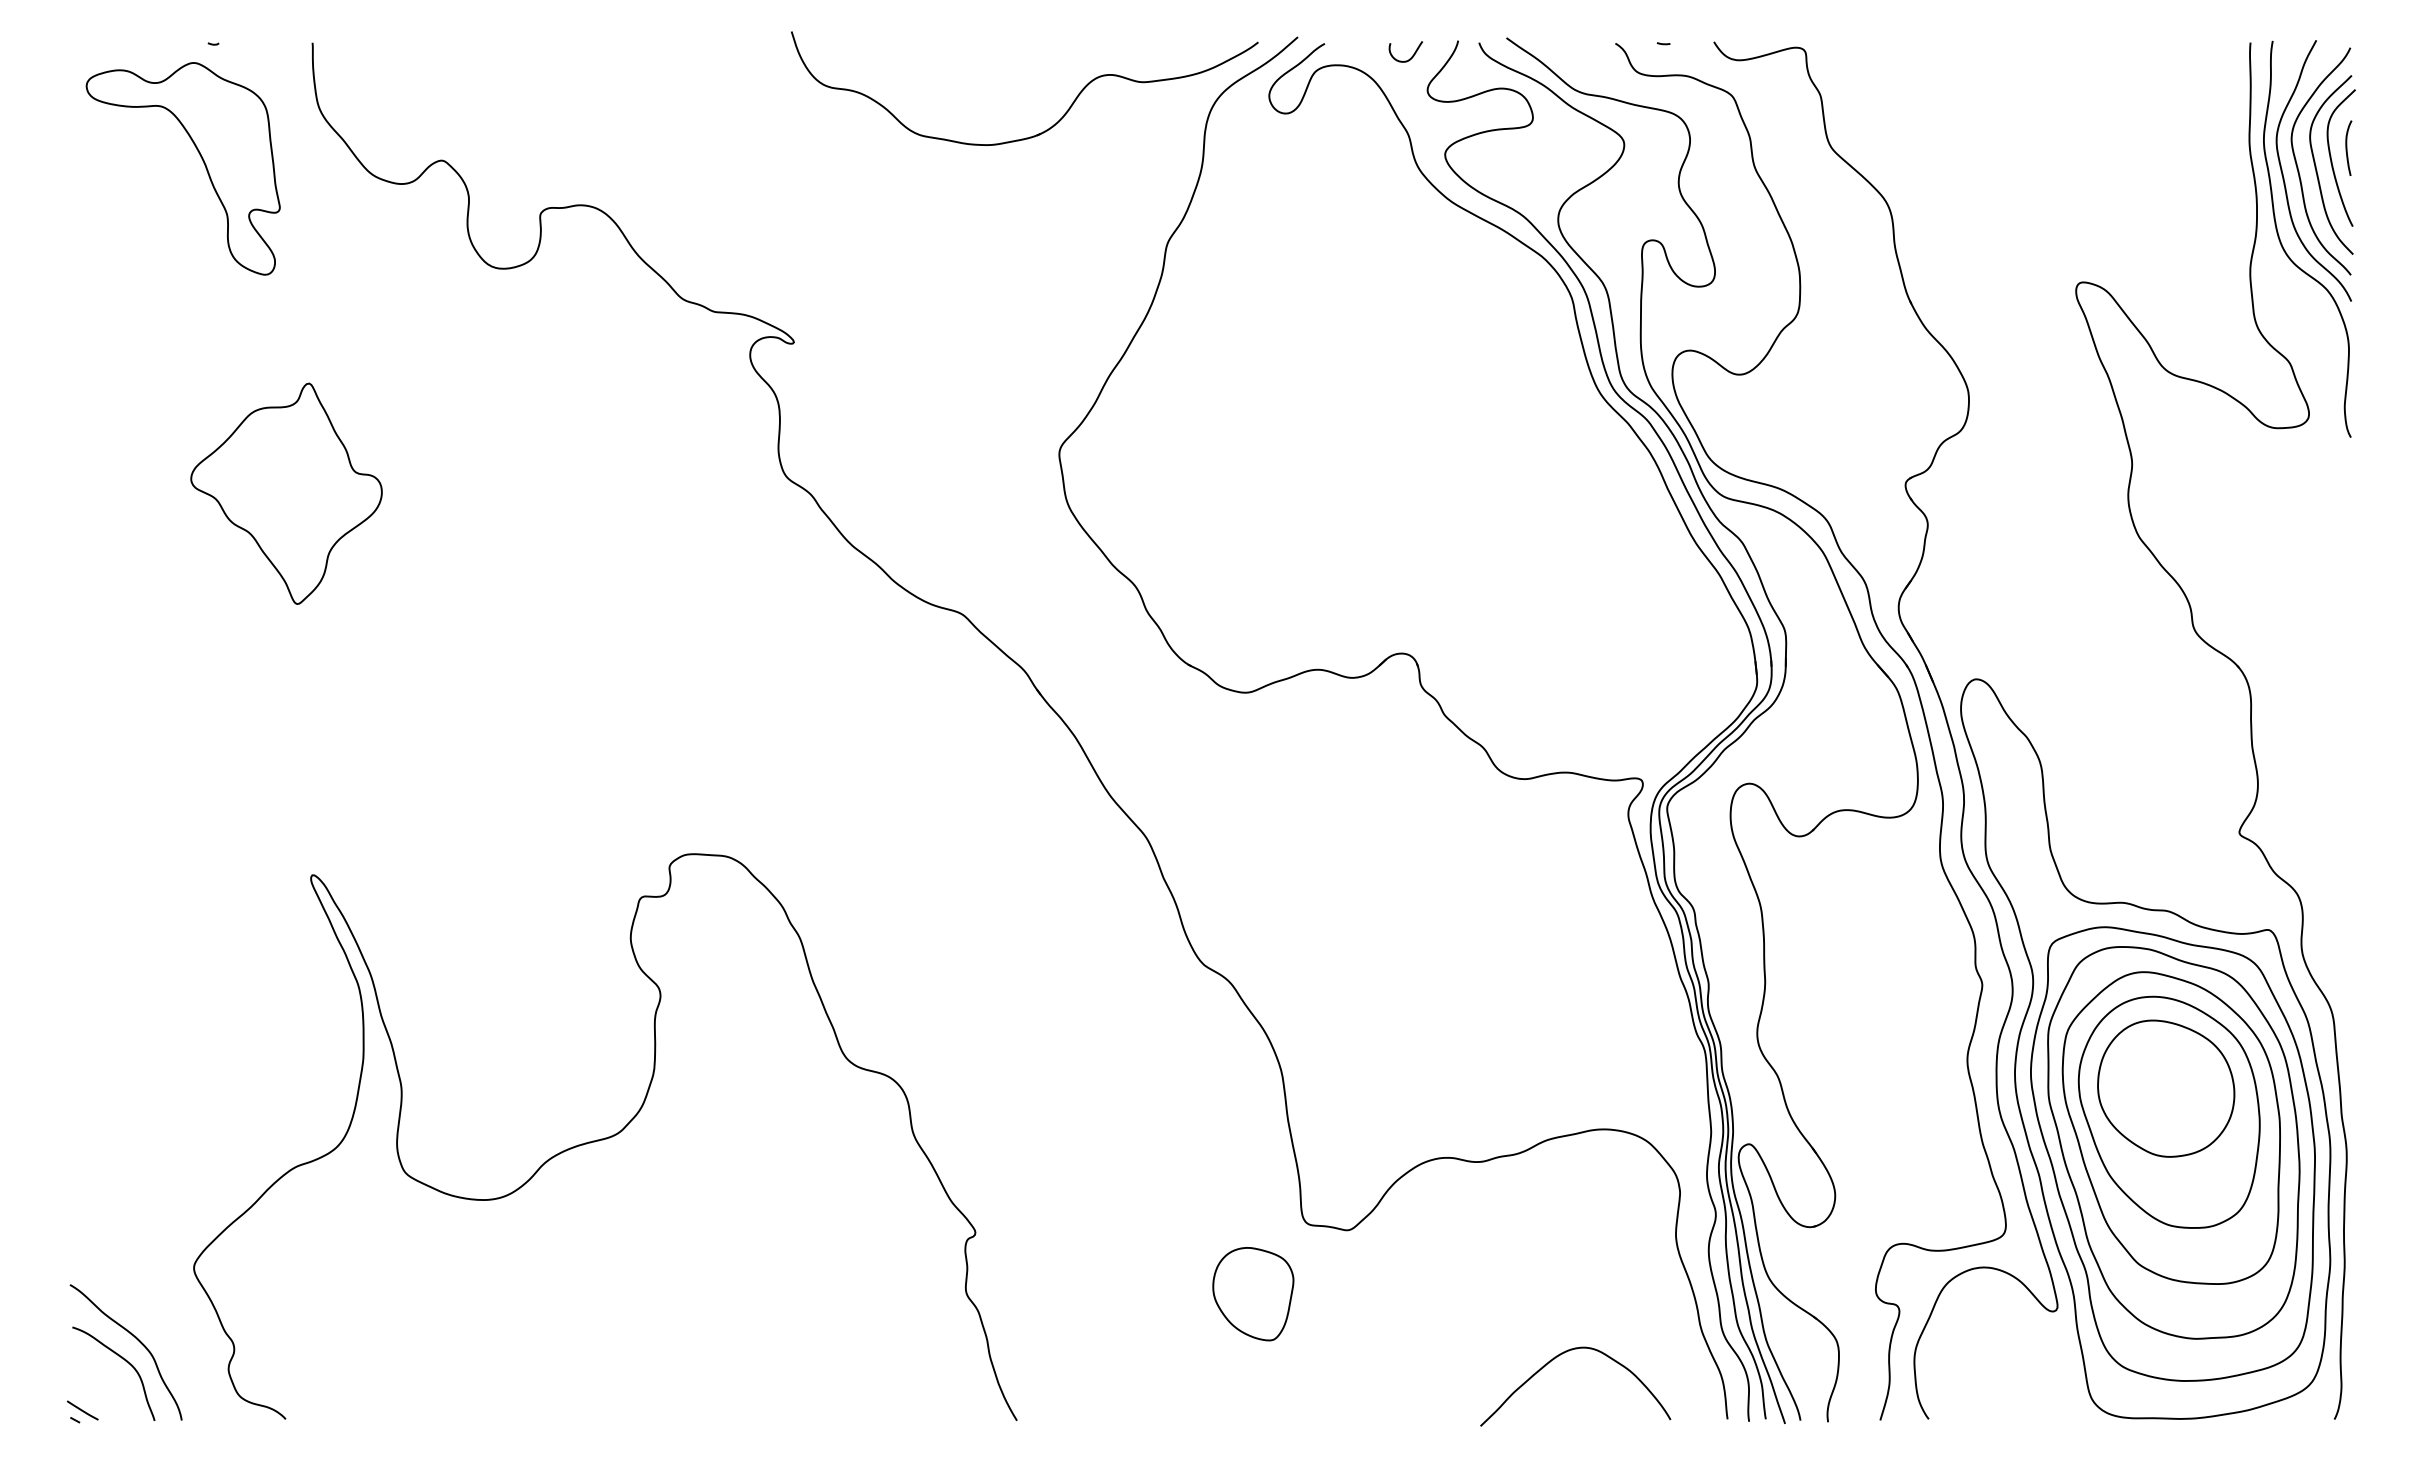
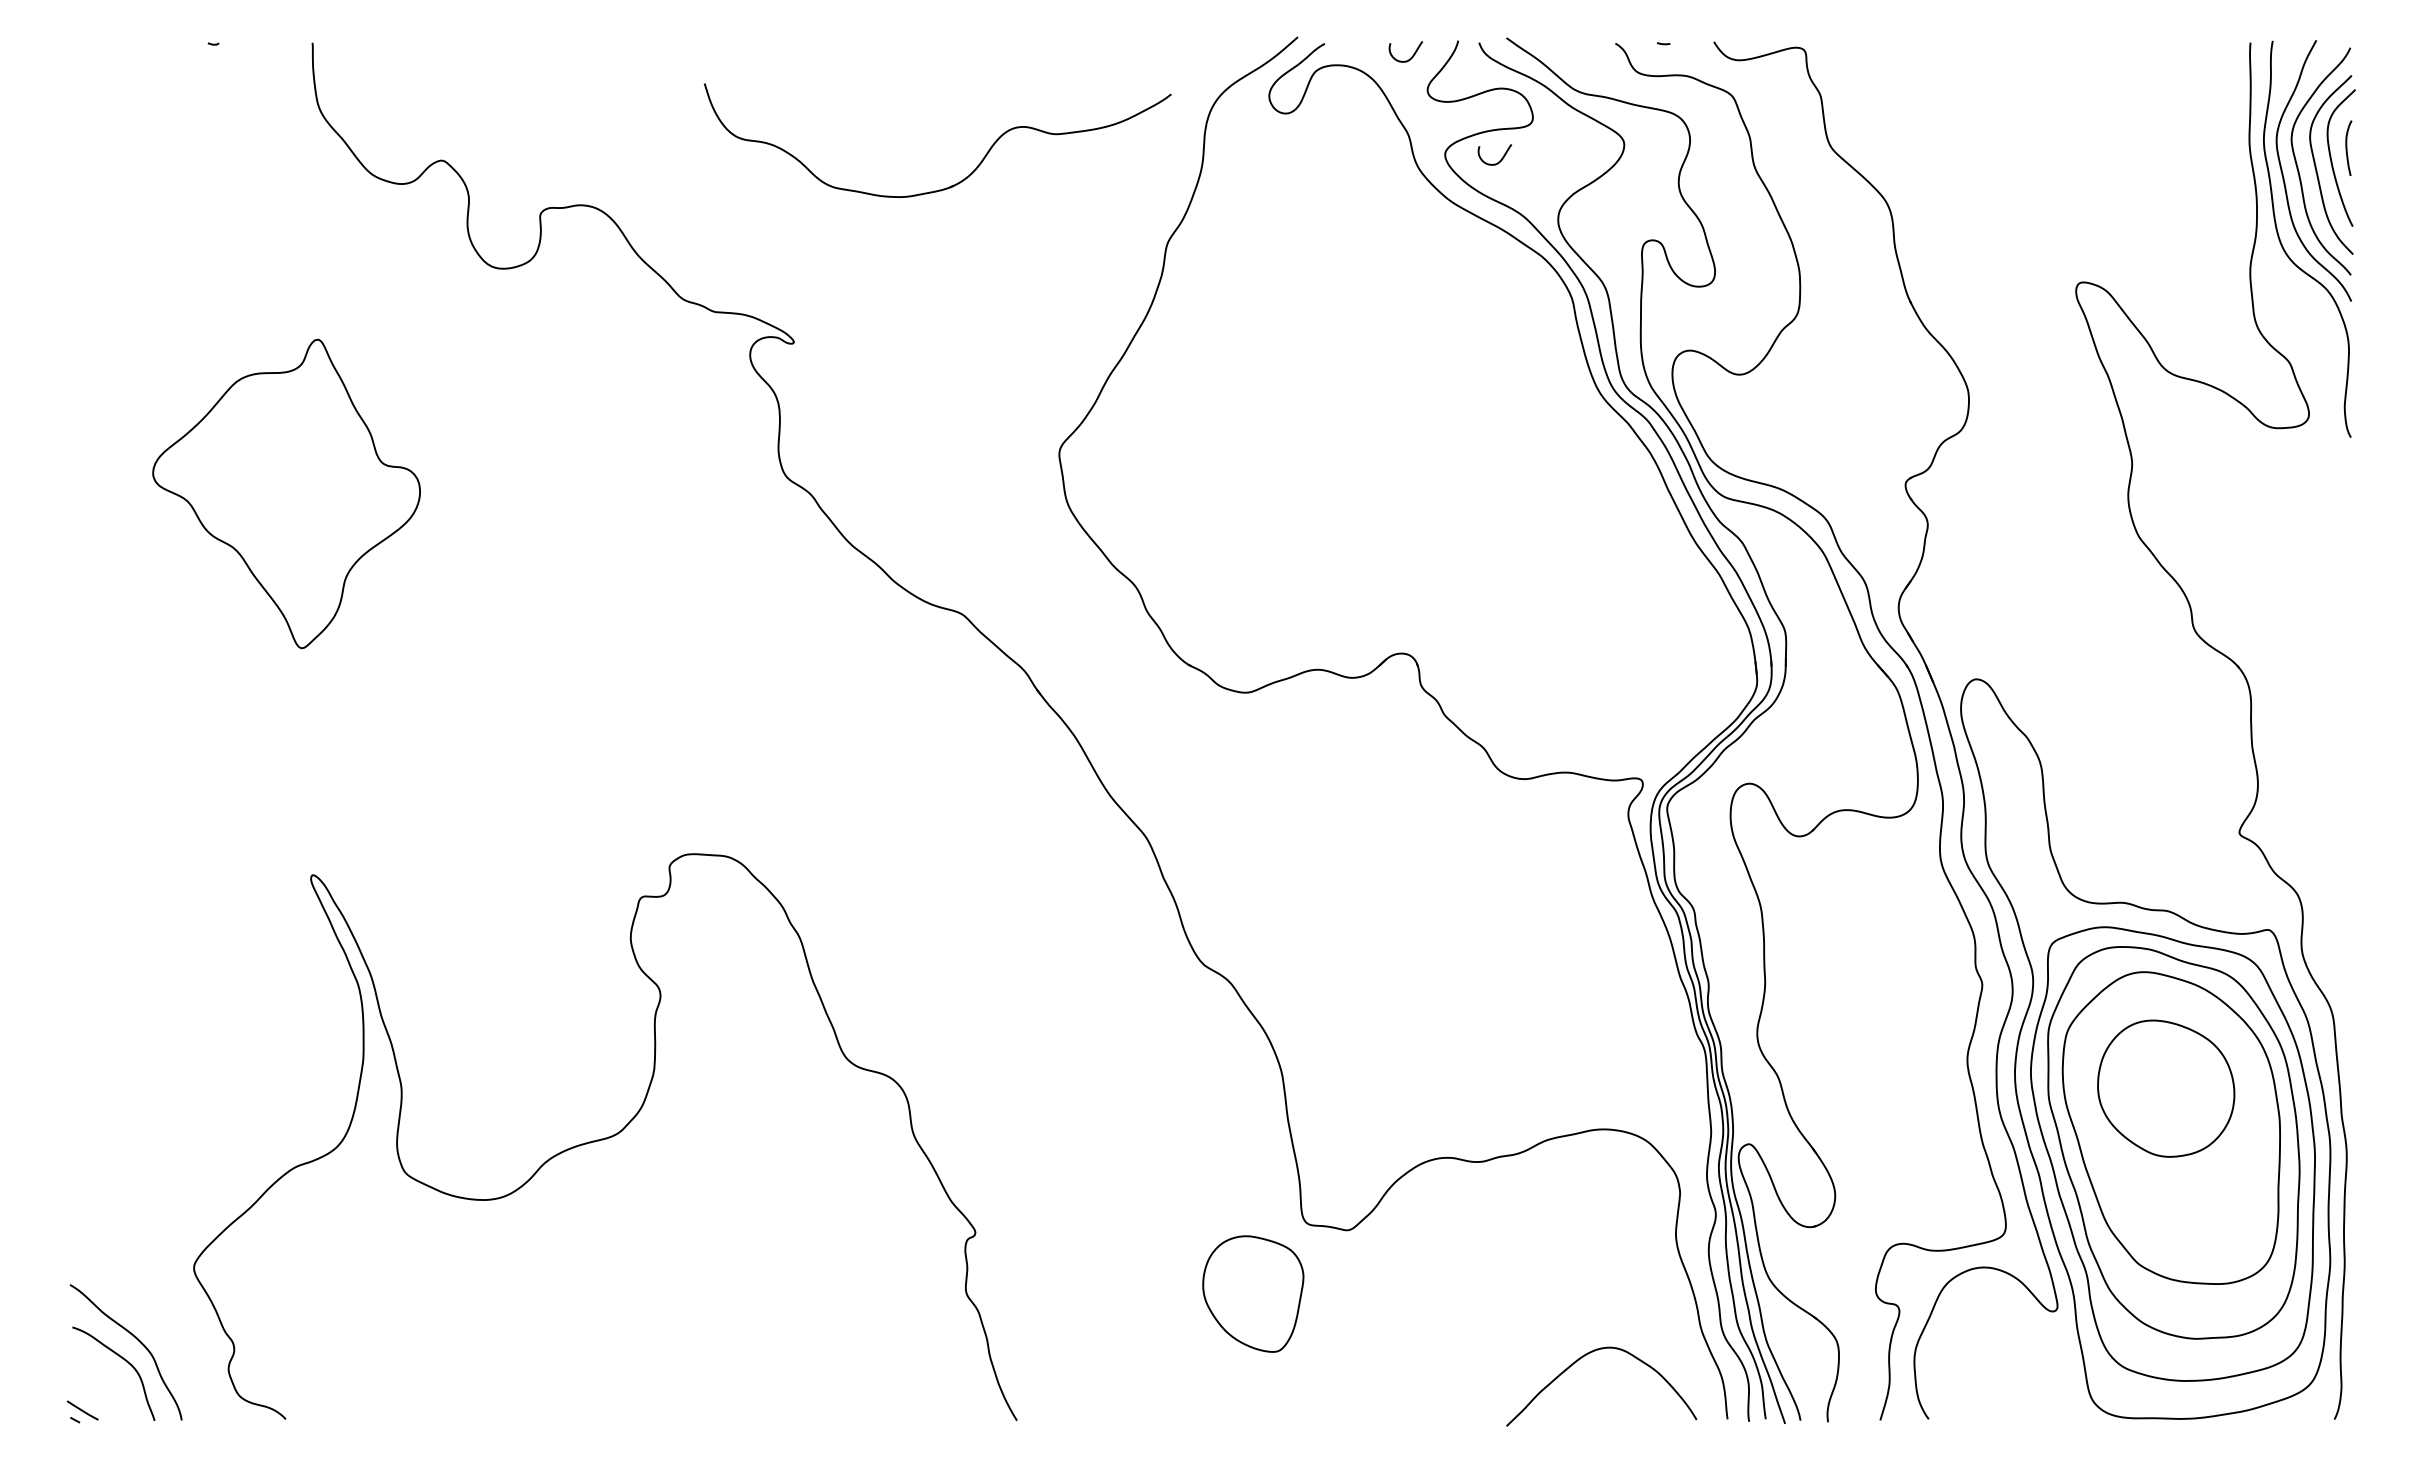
part at (1053, 124) position: (1053, 124) -> (966, 176)
part at (201, 159): present -> none
curve at (1500, 159): none -> present
part at (286, 493) size: 193x223 px -> 269x312 px
part at (2168, 1111): present -> none
part at (1253, 1294) size: 83x95 px -> 103x118 px
curve at (1553, 1360) position: (1553, 1360) -> (1579, 1360)
